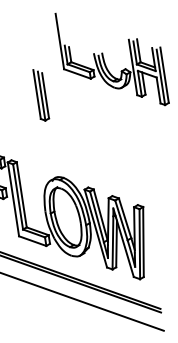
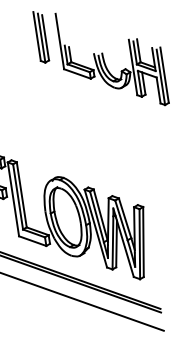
part at (41, 95) position: (41, 95) -> (41, 37)
